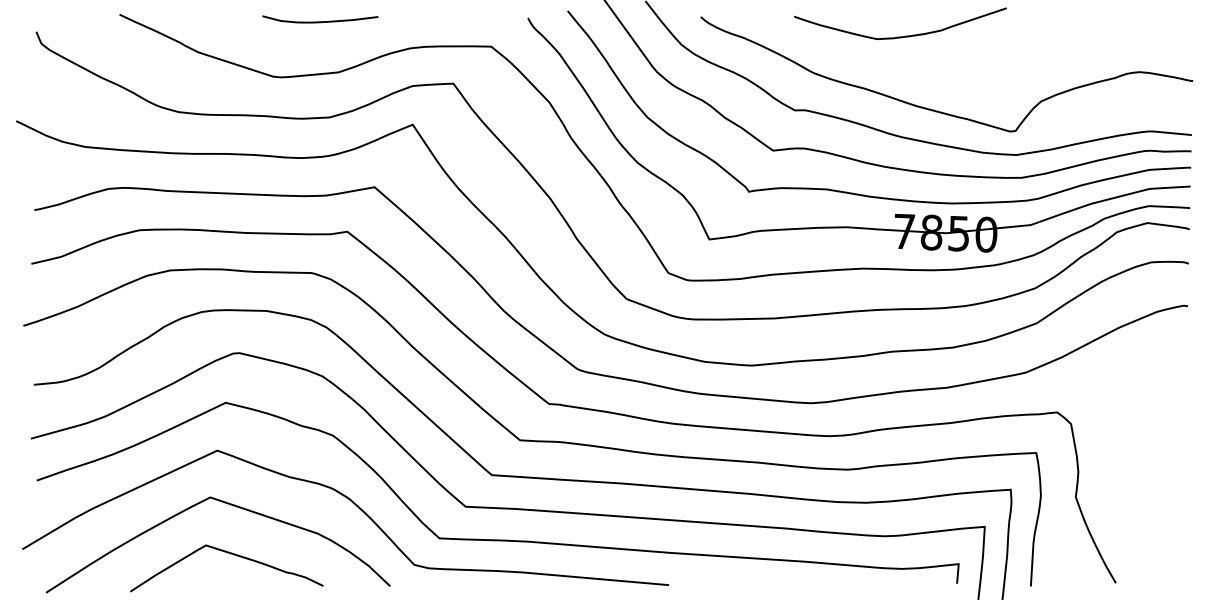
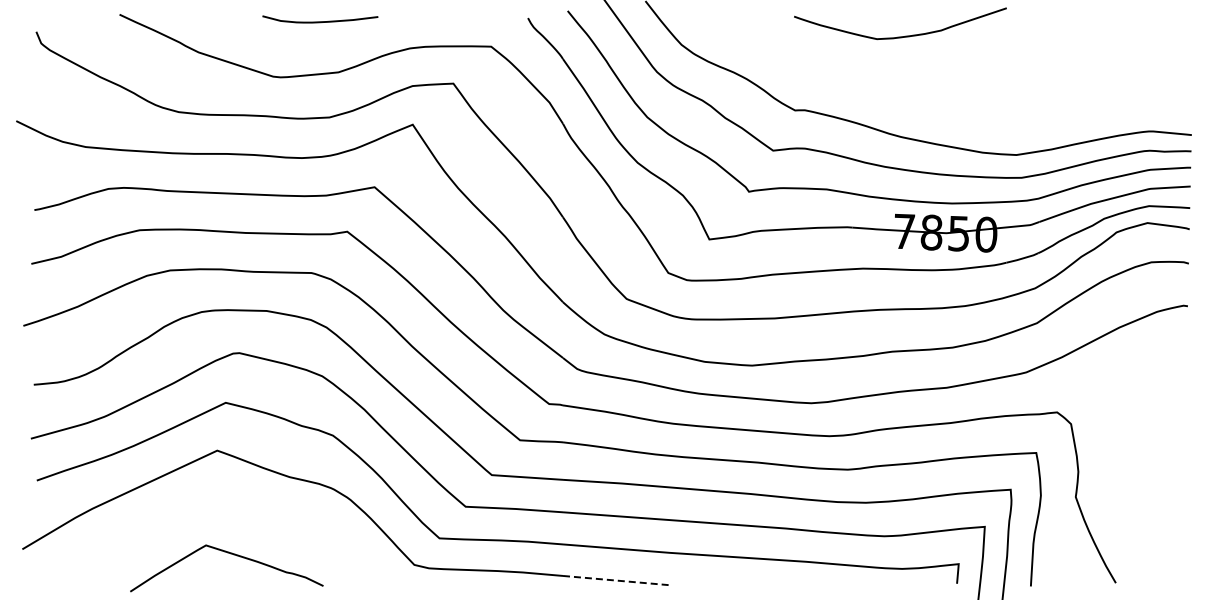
curve at (937, 110): present -> none
curve at (230, 505): present -> none
line at (616, 580): solid -> dashed
